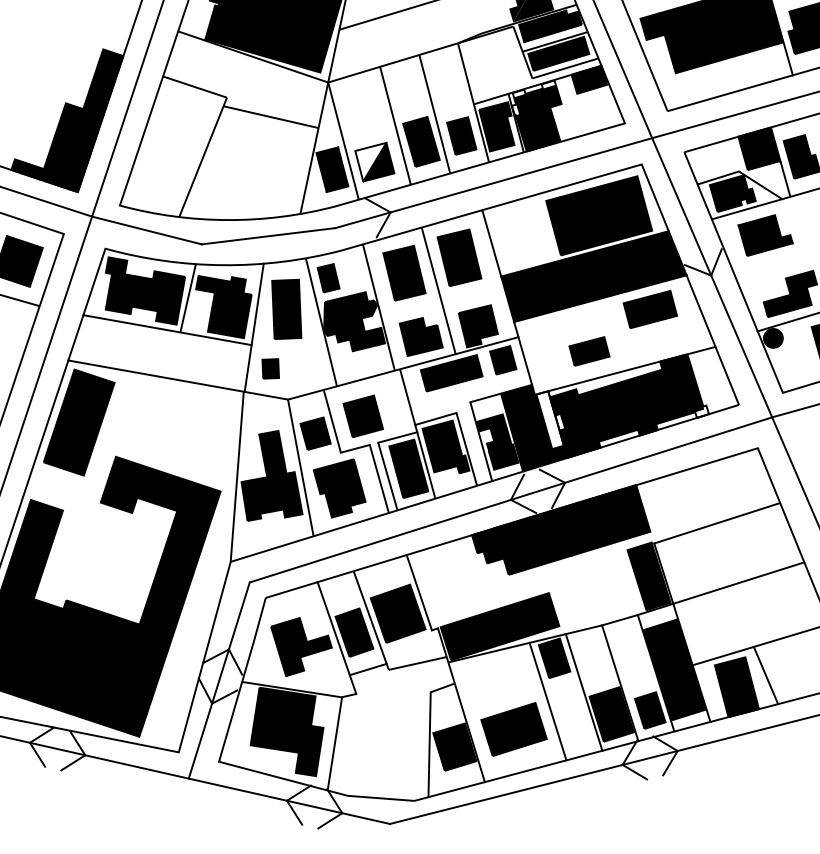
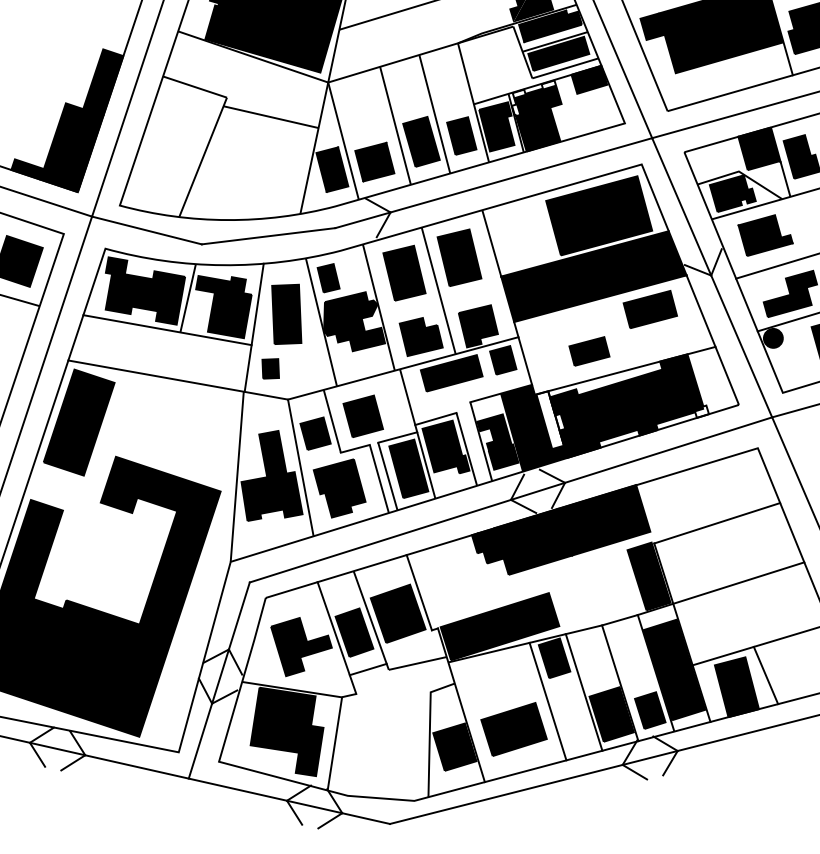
fill at (370, 161): none -> present
line at (776, 266): none -> present
part at (286, 308) position: (286, 308) -> (286, 313)
